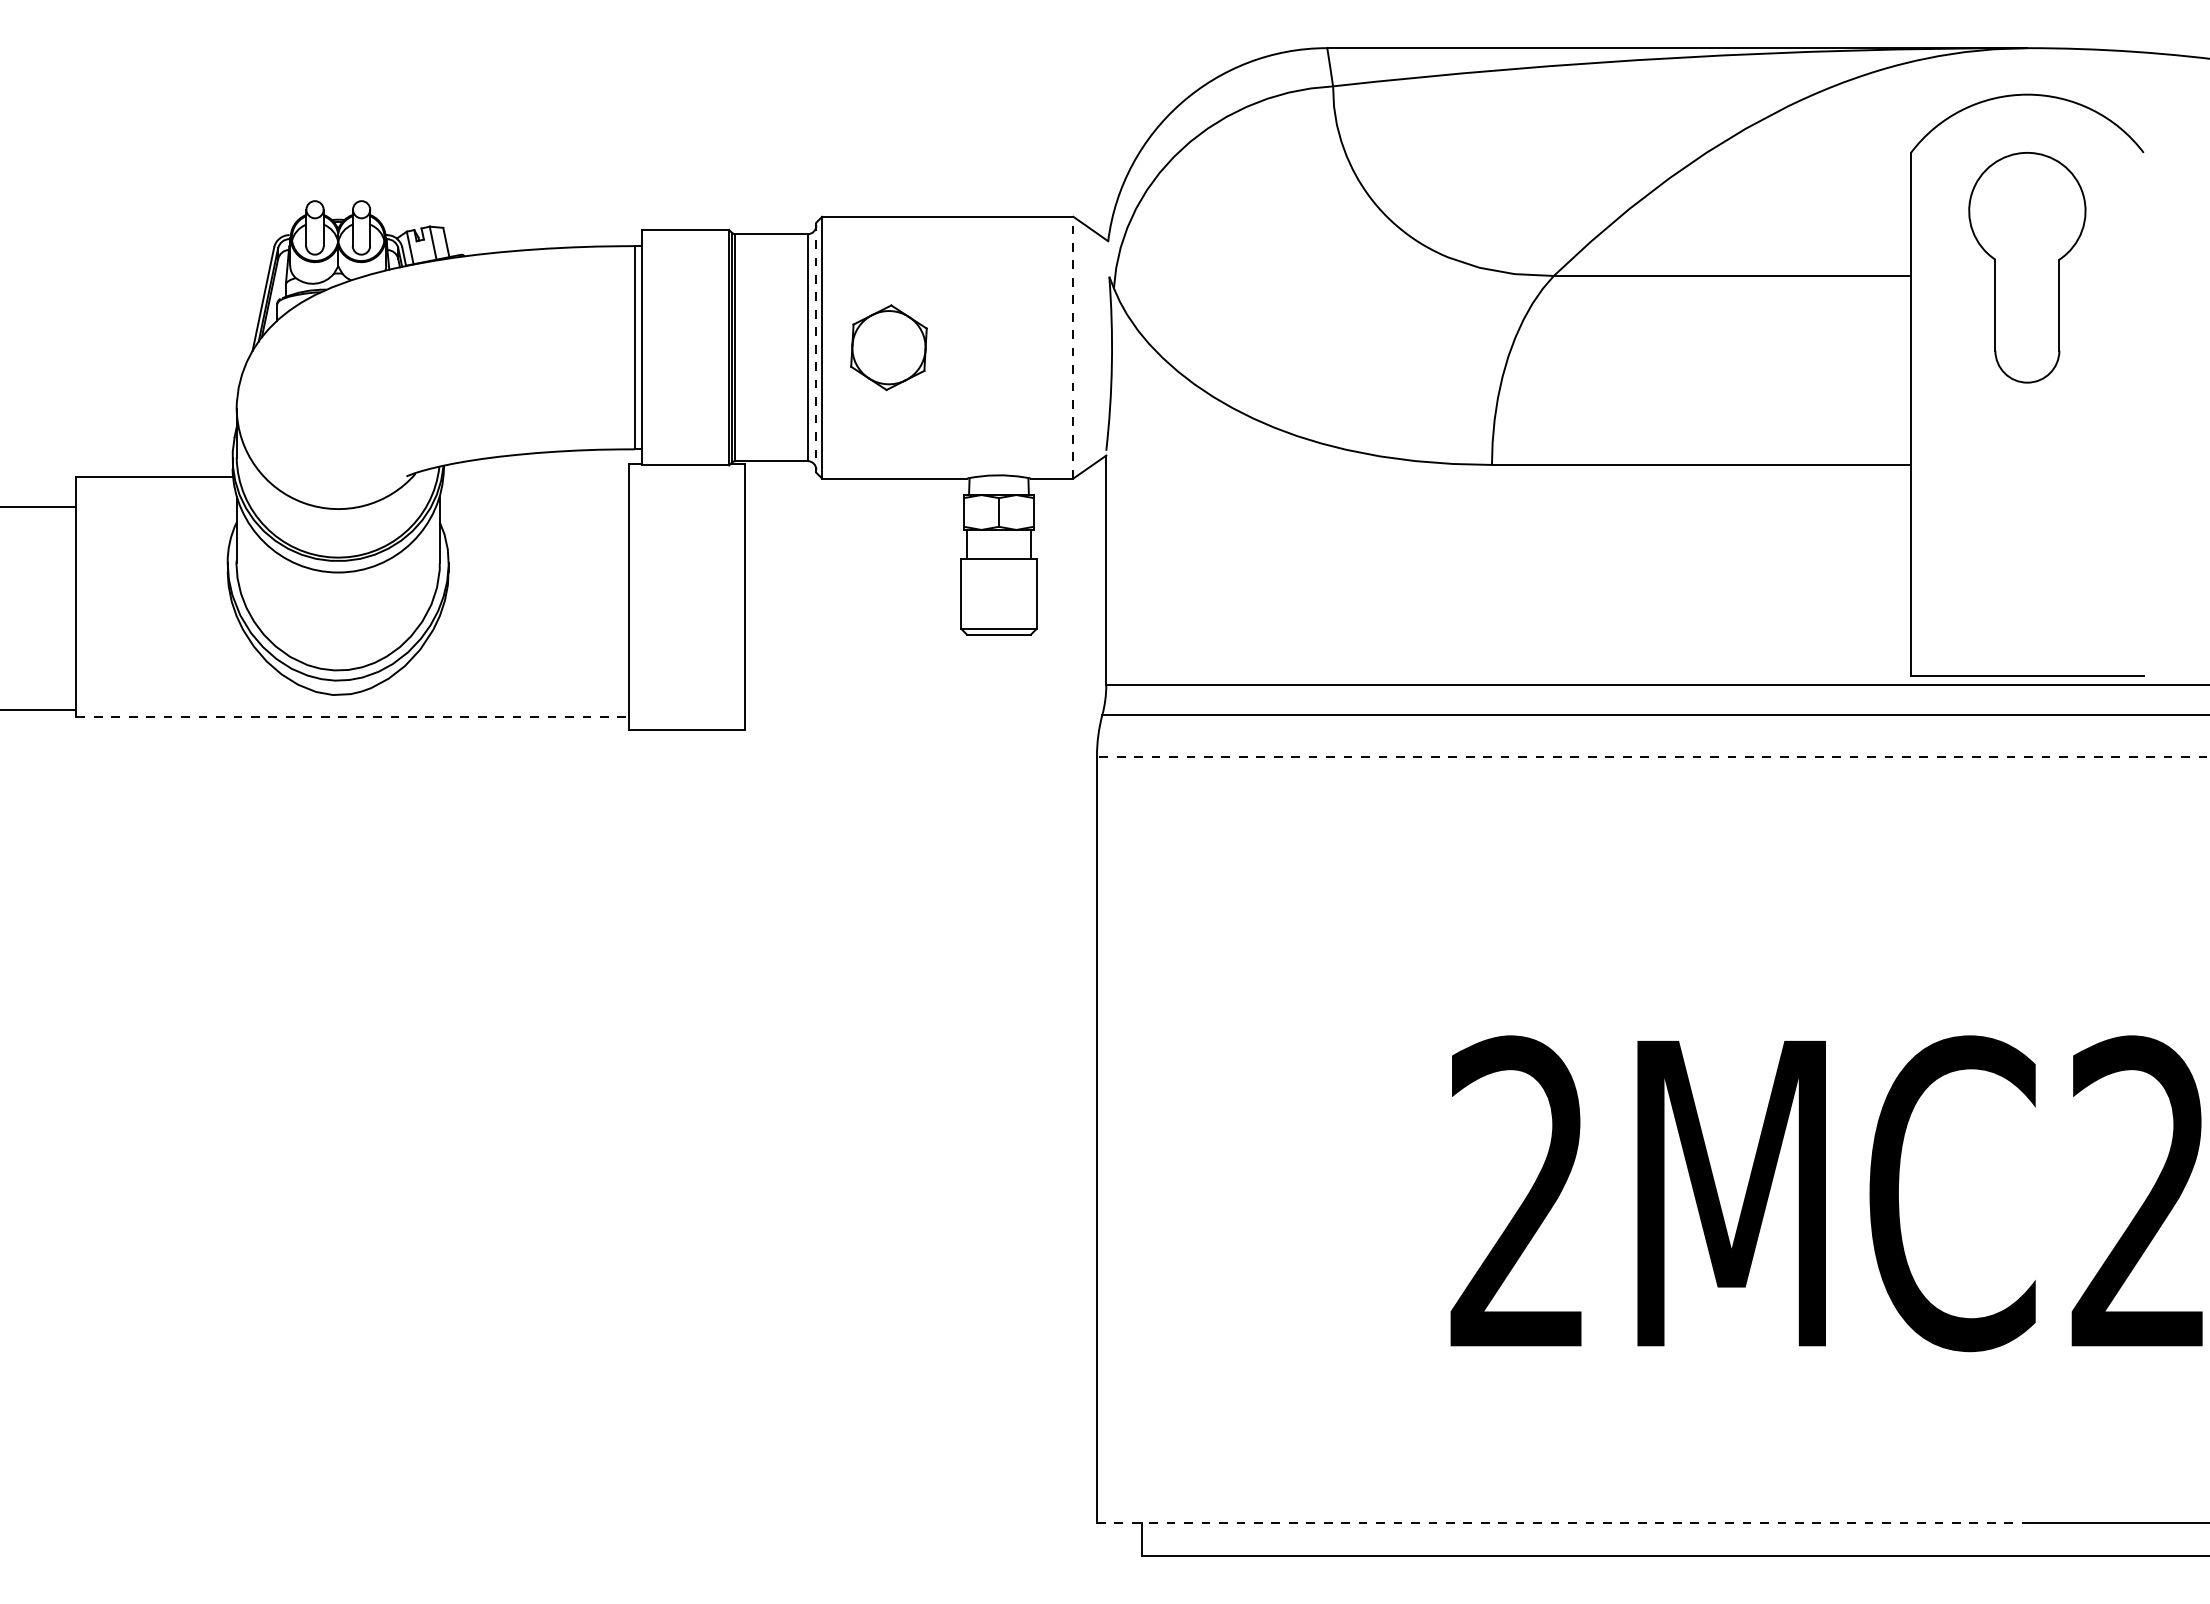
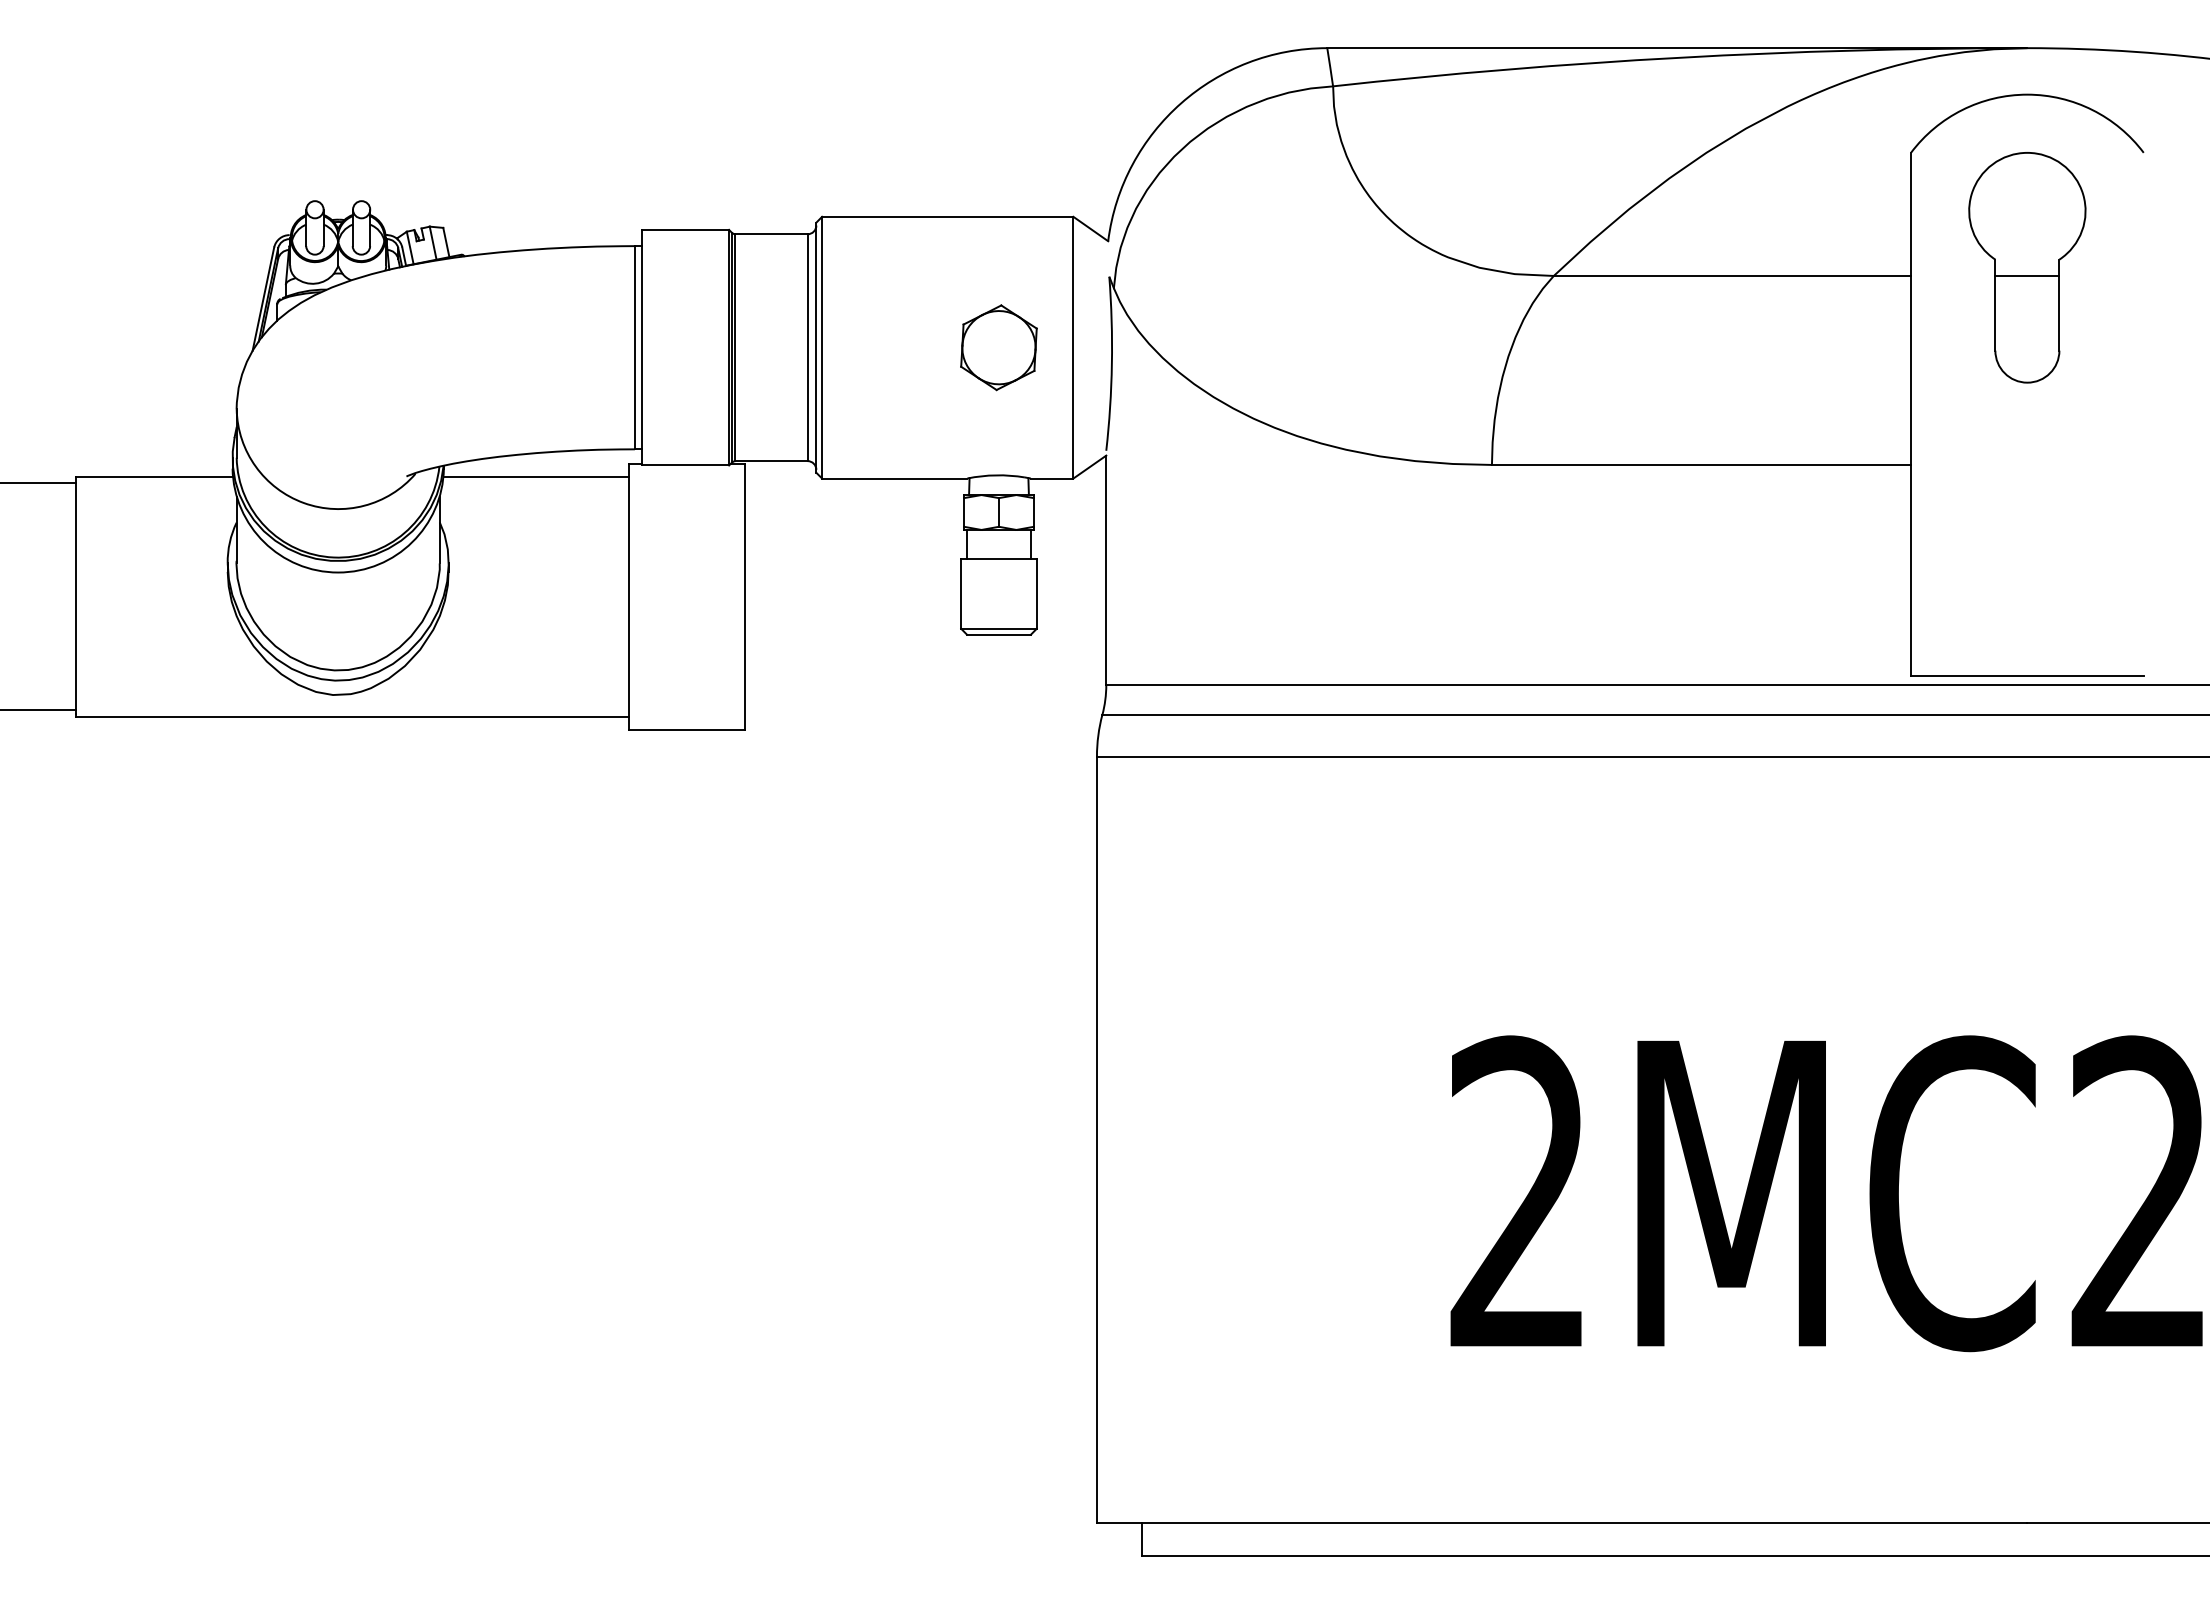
line at (2027, 275): none -> present
part at (888, 347) position: (888, 347) -> (998, 347)
line at (1073, 347): dashed -> solid
line at (816, 348): dashed -> solid
line at (536, 476): none -> present
line at (39, 507) position: (39, 507) -> (39, 483)
line at (353, 716): dashed -> solid
line at (1652, 756): dashed -> solid
line at (1562, 1522): dashed -> solid
